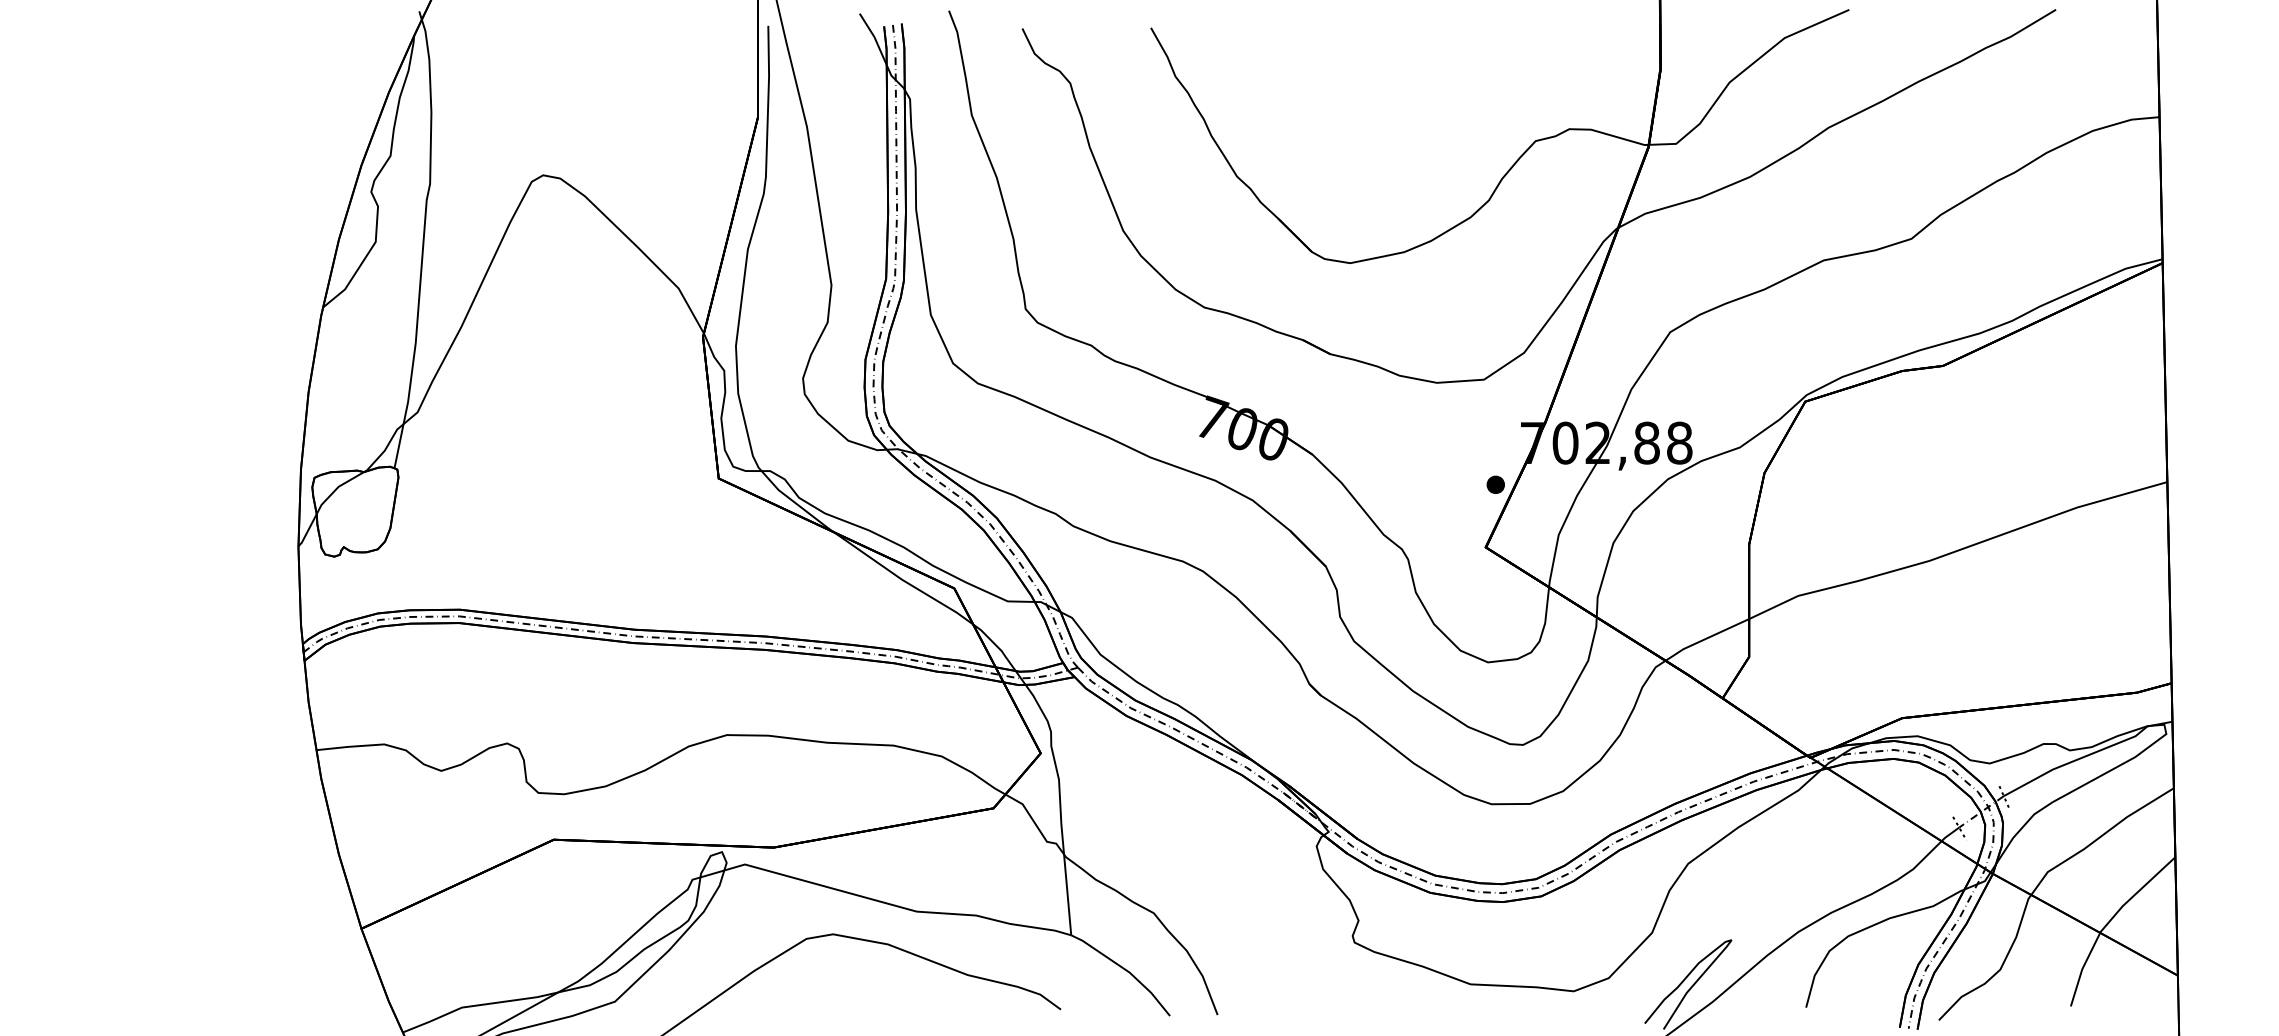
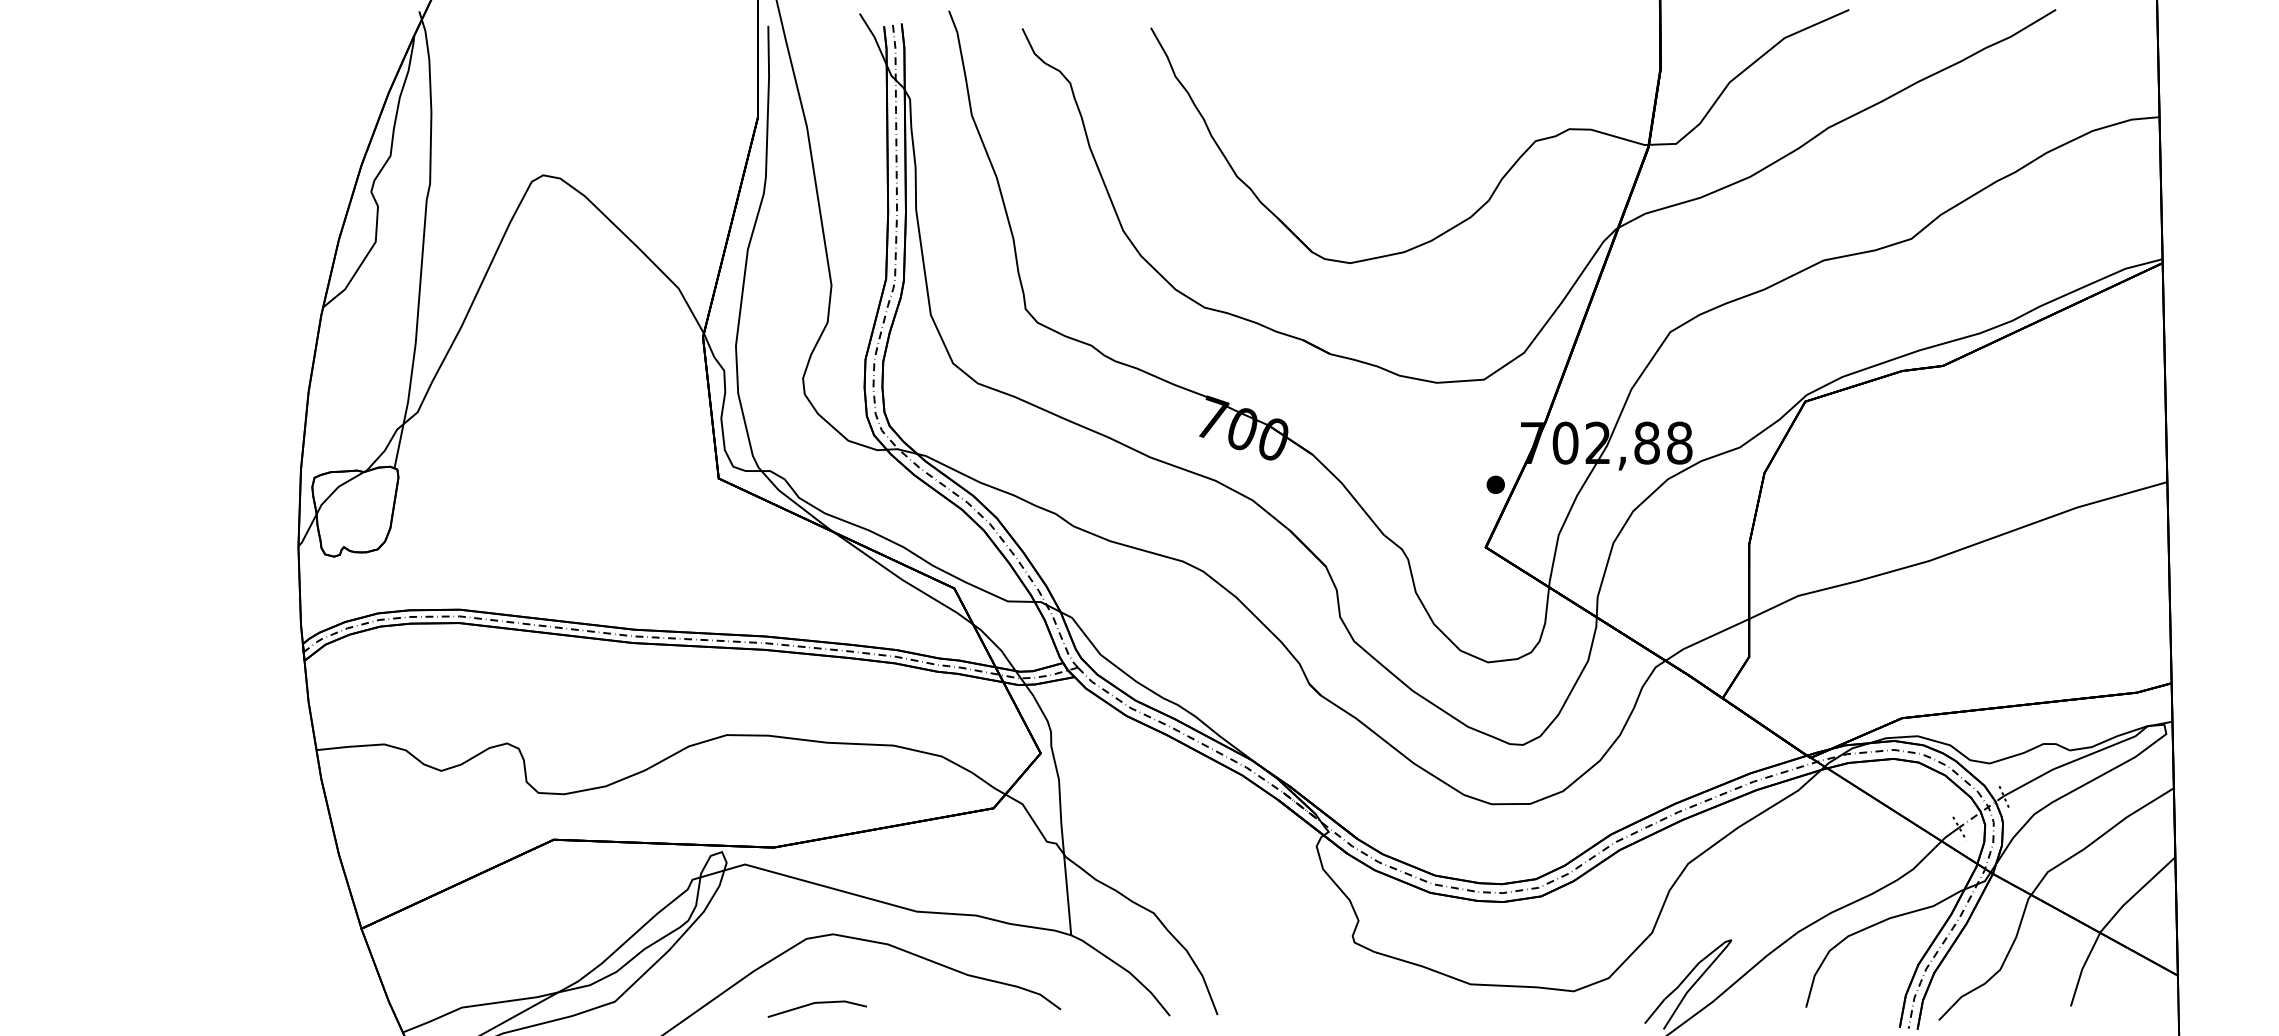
line at (816, 1003): none -> present
